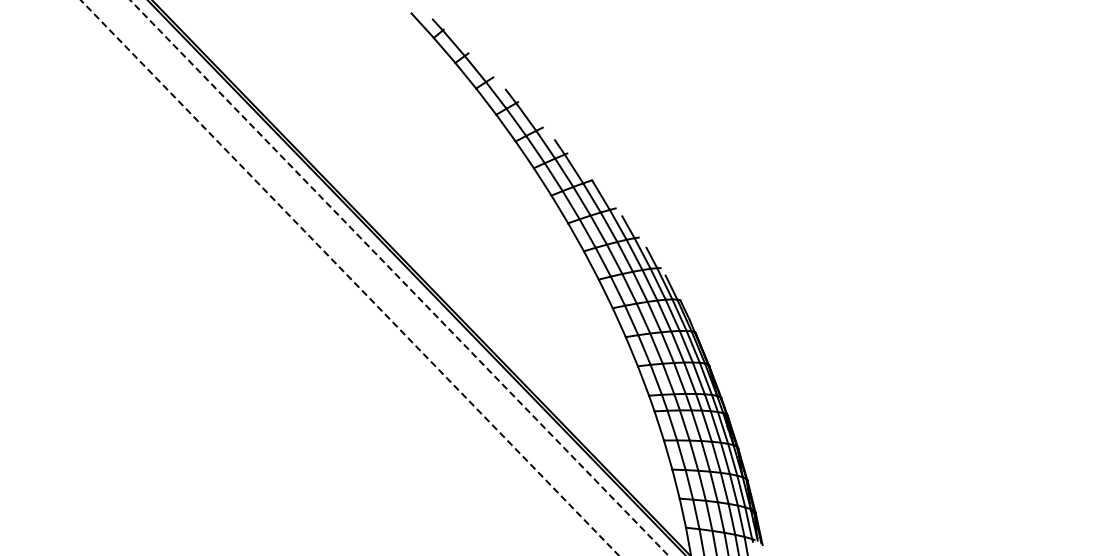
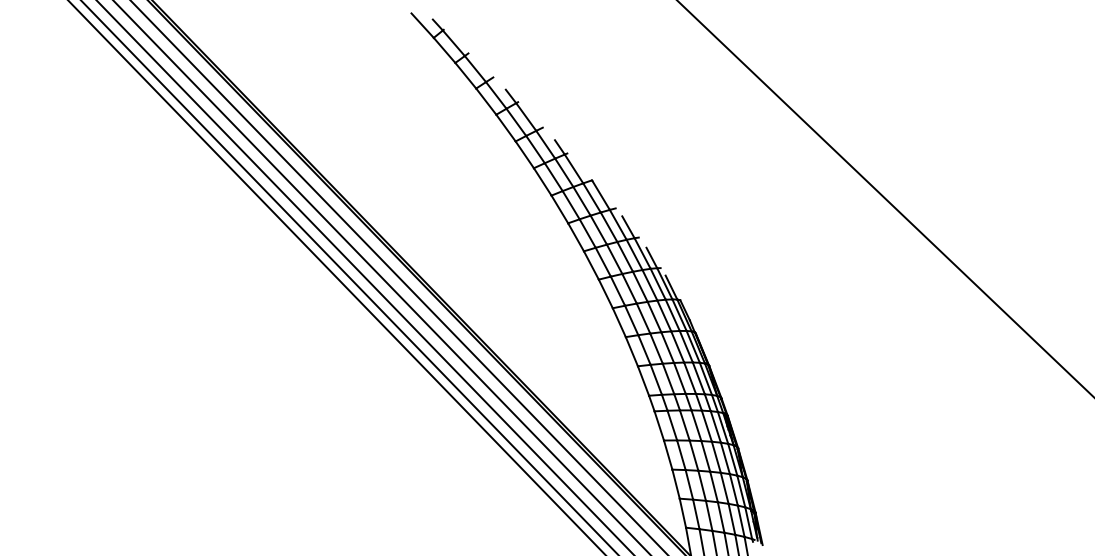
line at (885, 198): none -> present
line at (335, 277): none -> present
line at (364, 277): none -> present
line at (381, 277): none -> present
line at (350, 278): dashed -> solid
line at (399, 278): dashed -> solid
